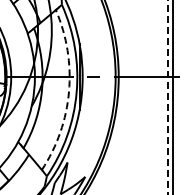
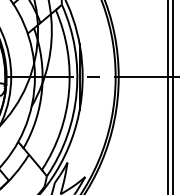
arc at (69, 91): dashed -> solid
line at (167, 97): dashed -> solid
